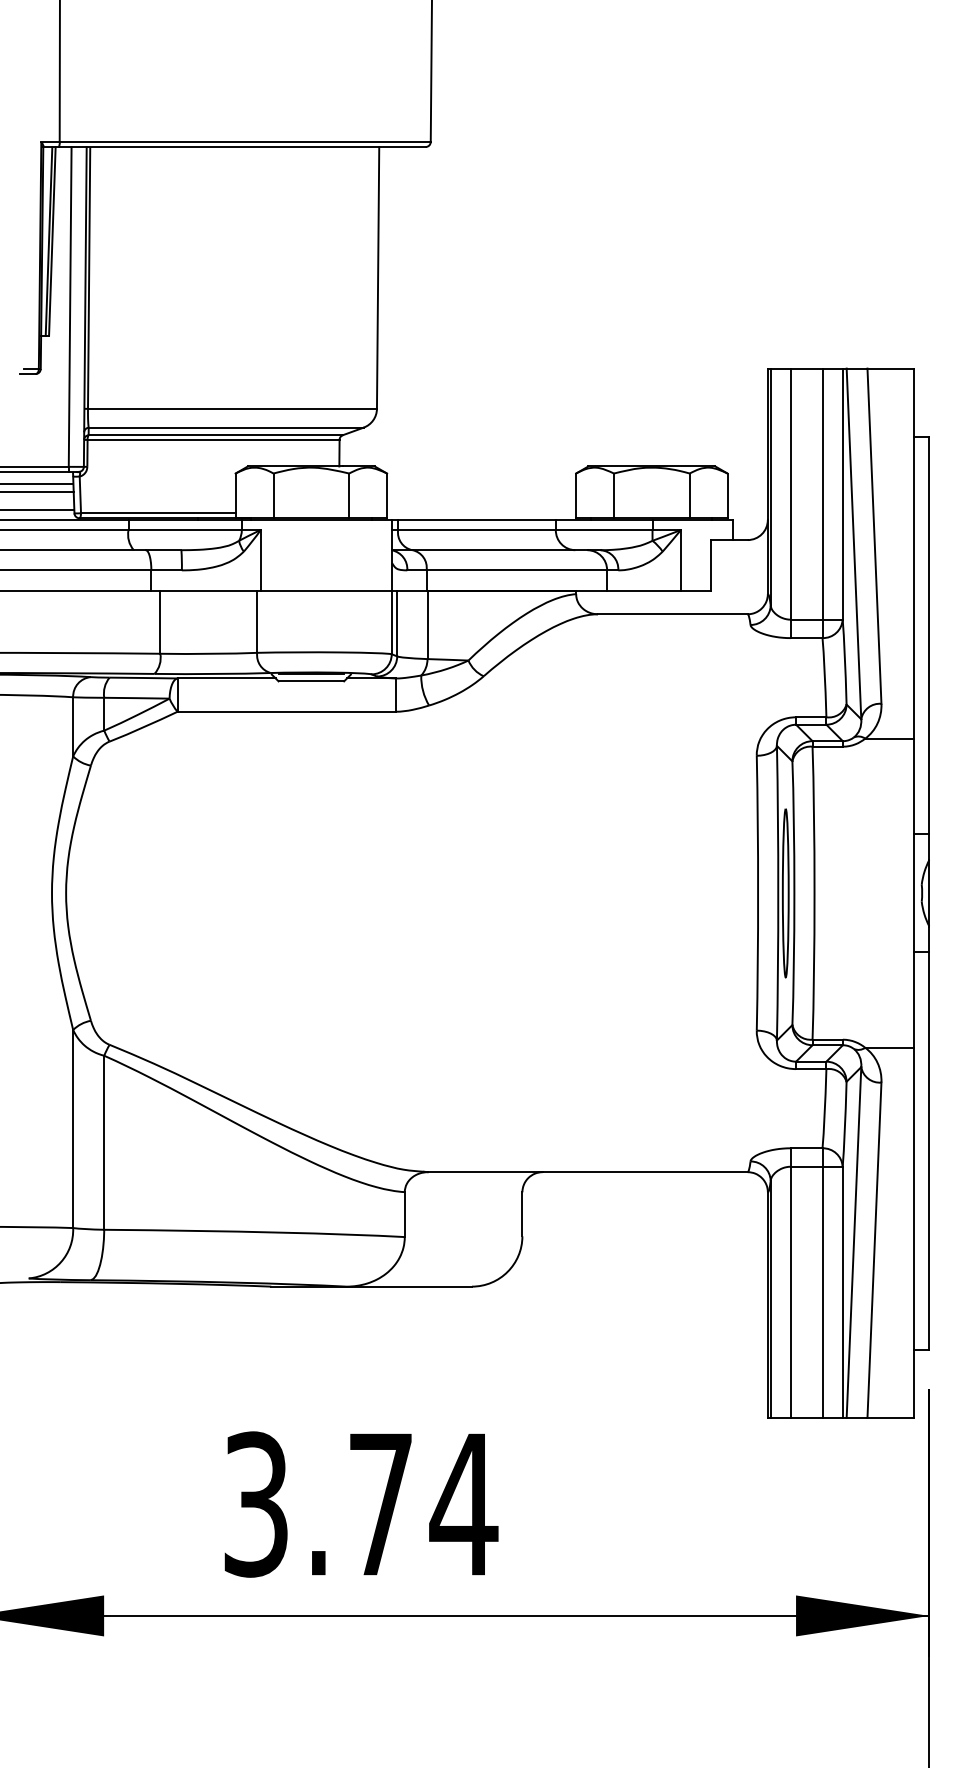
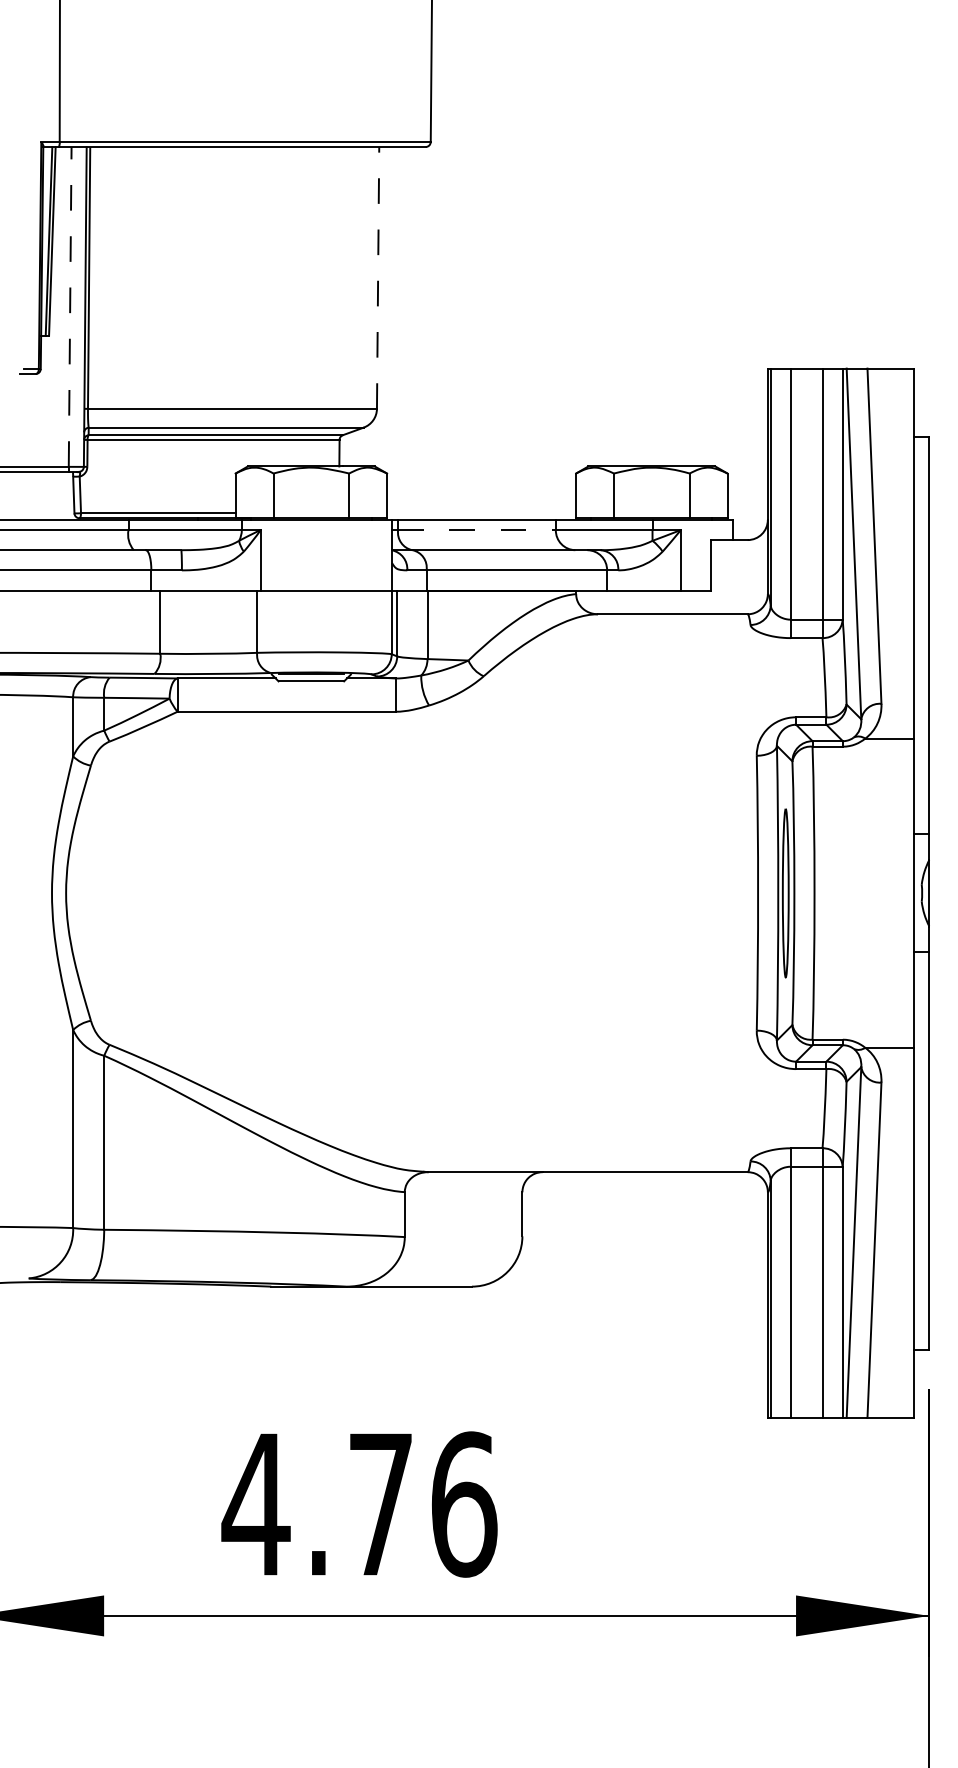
line at (378, 277): solid -> dashed
line at (70, 306): solid -> dashed
line at (37, 483): present -> none
line at (37, 492): present -> none
line at (38, 509): present -> none
line at (477, 530): solid -> dashed
text at (359, 1504): 3.74 -> 4.76
